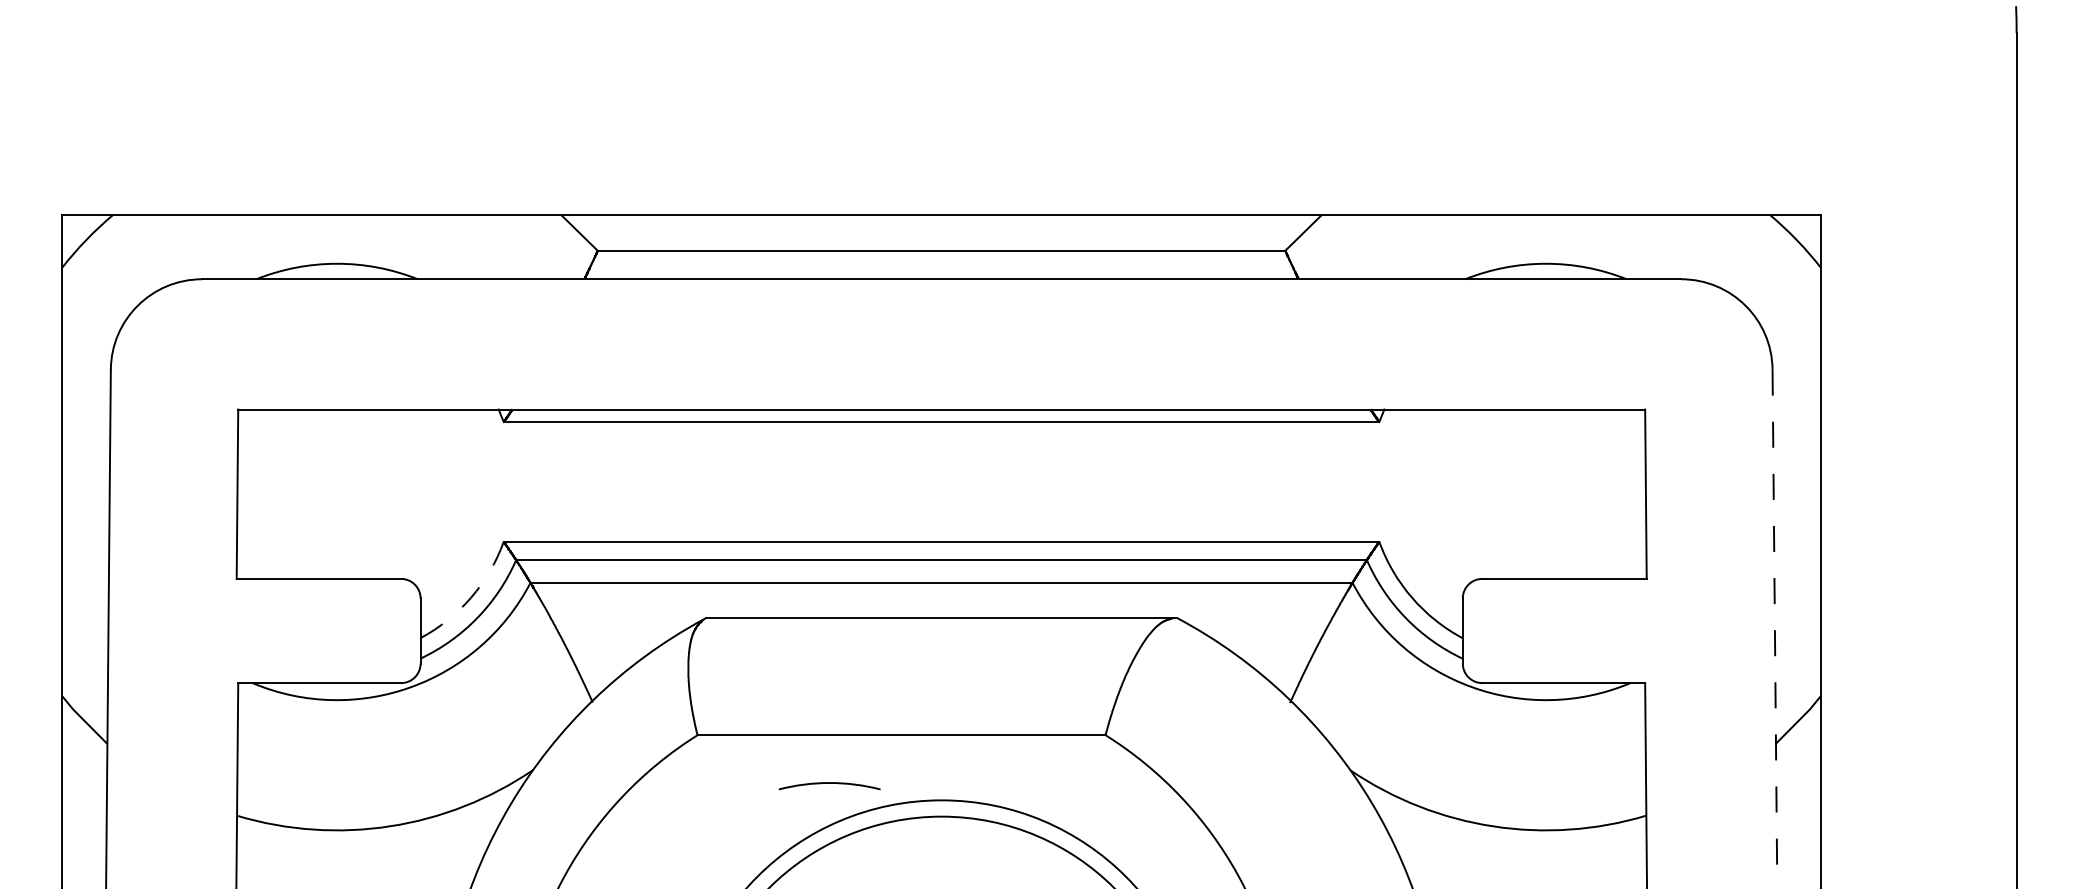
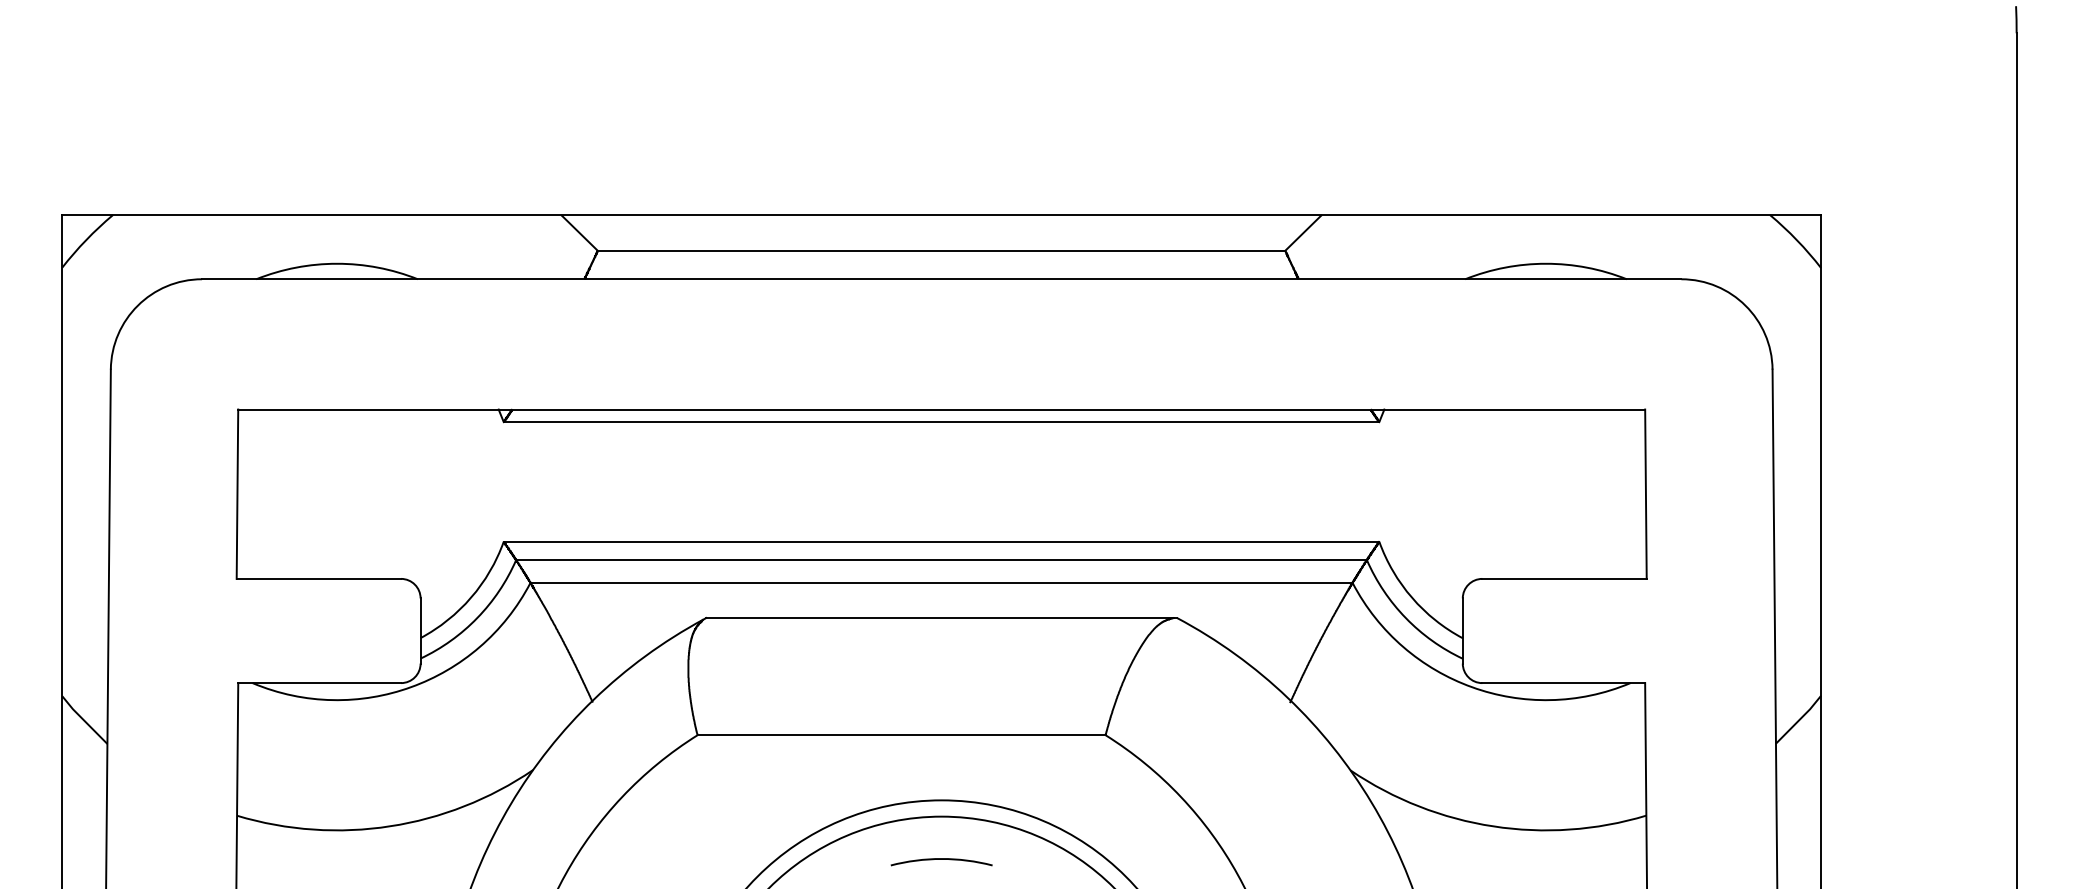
arc at (471, 597): dashed -> solid
line at (1774, 629): dashed -> solid
arc at (829, 783) position: (829, 783) -> (941, 859)
